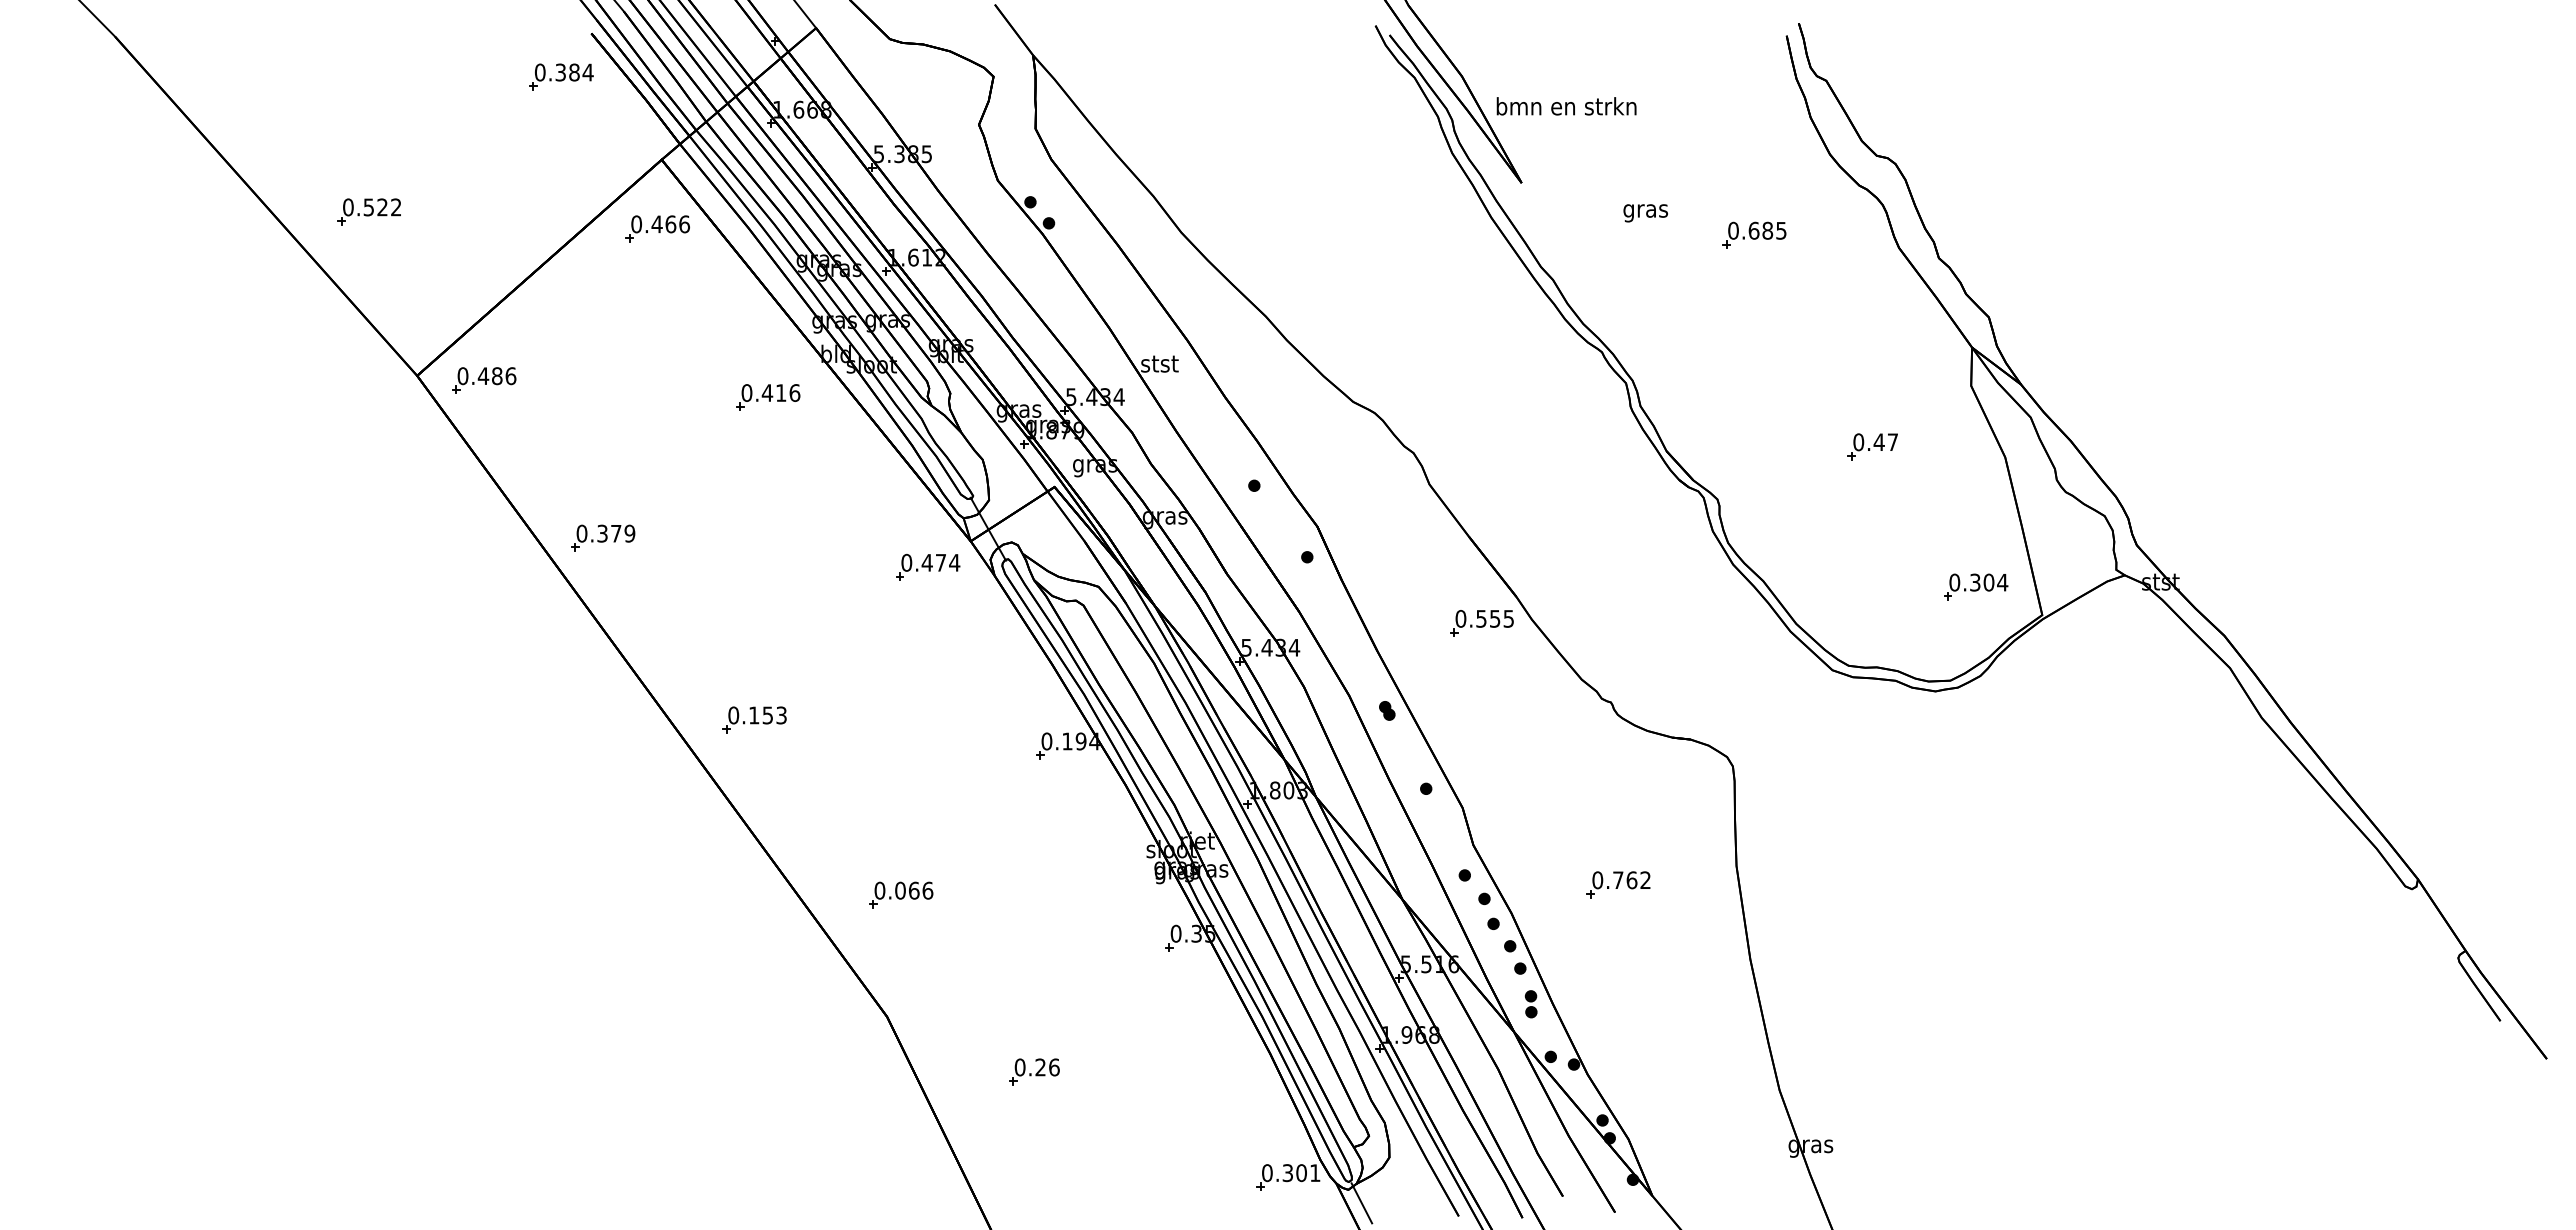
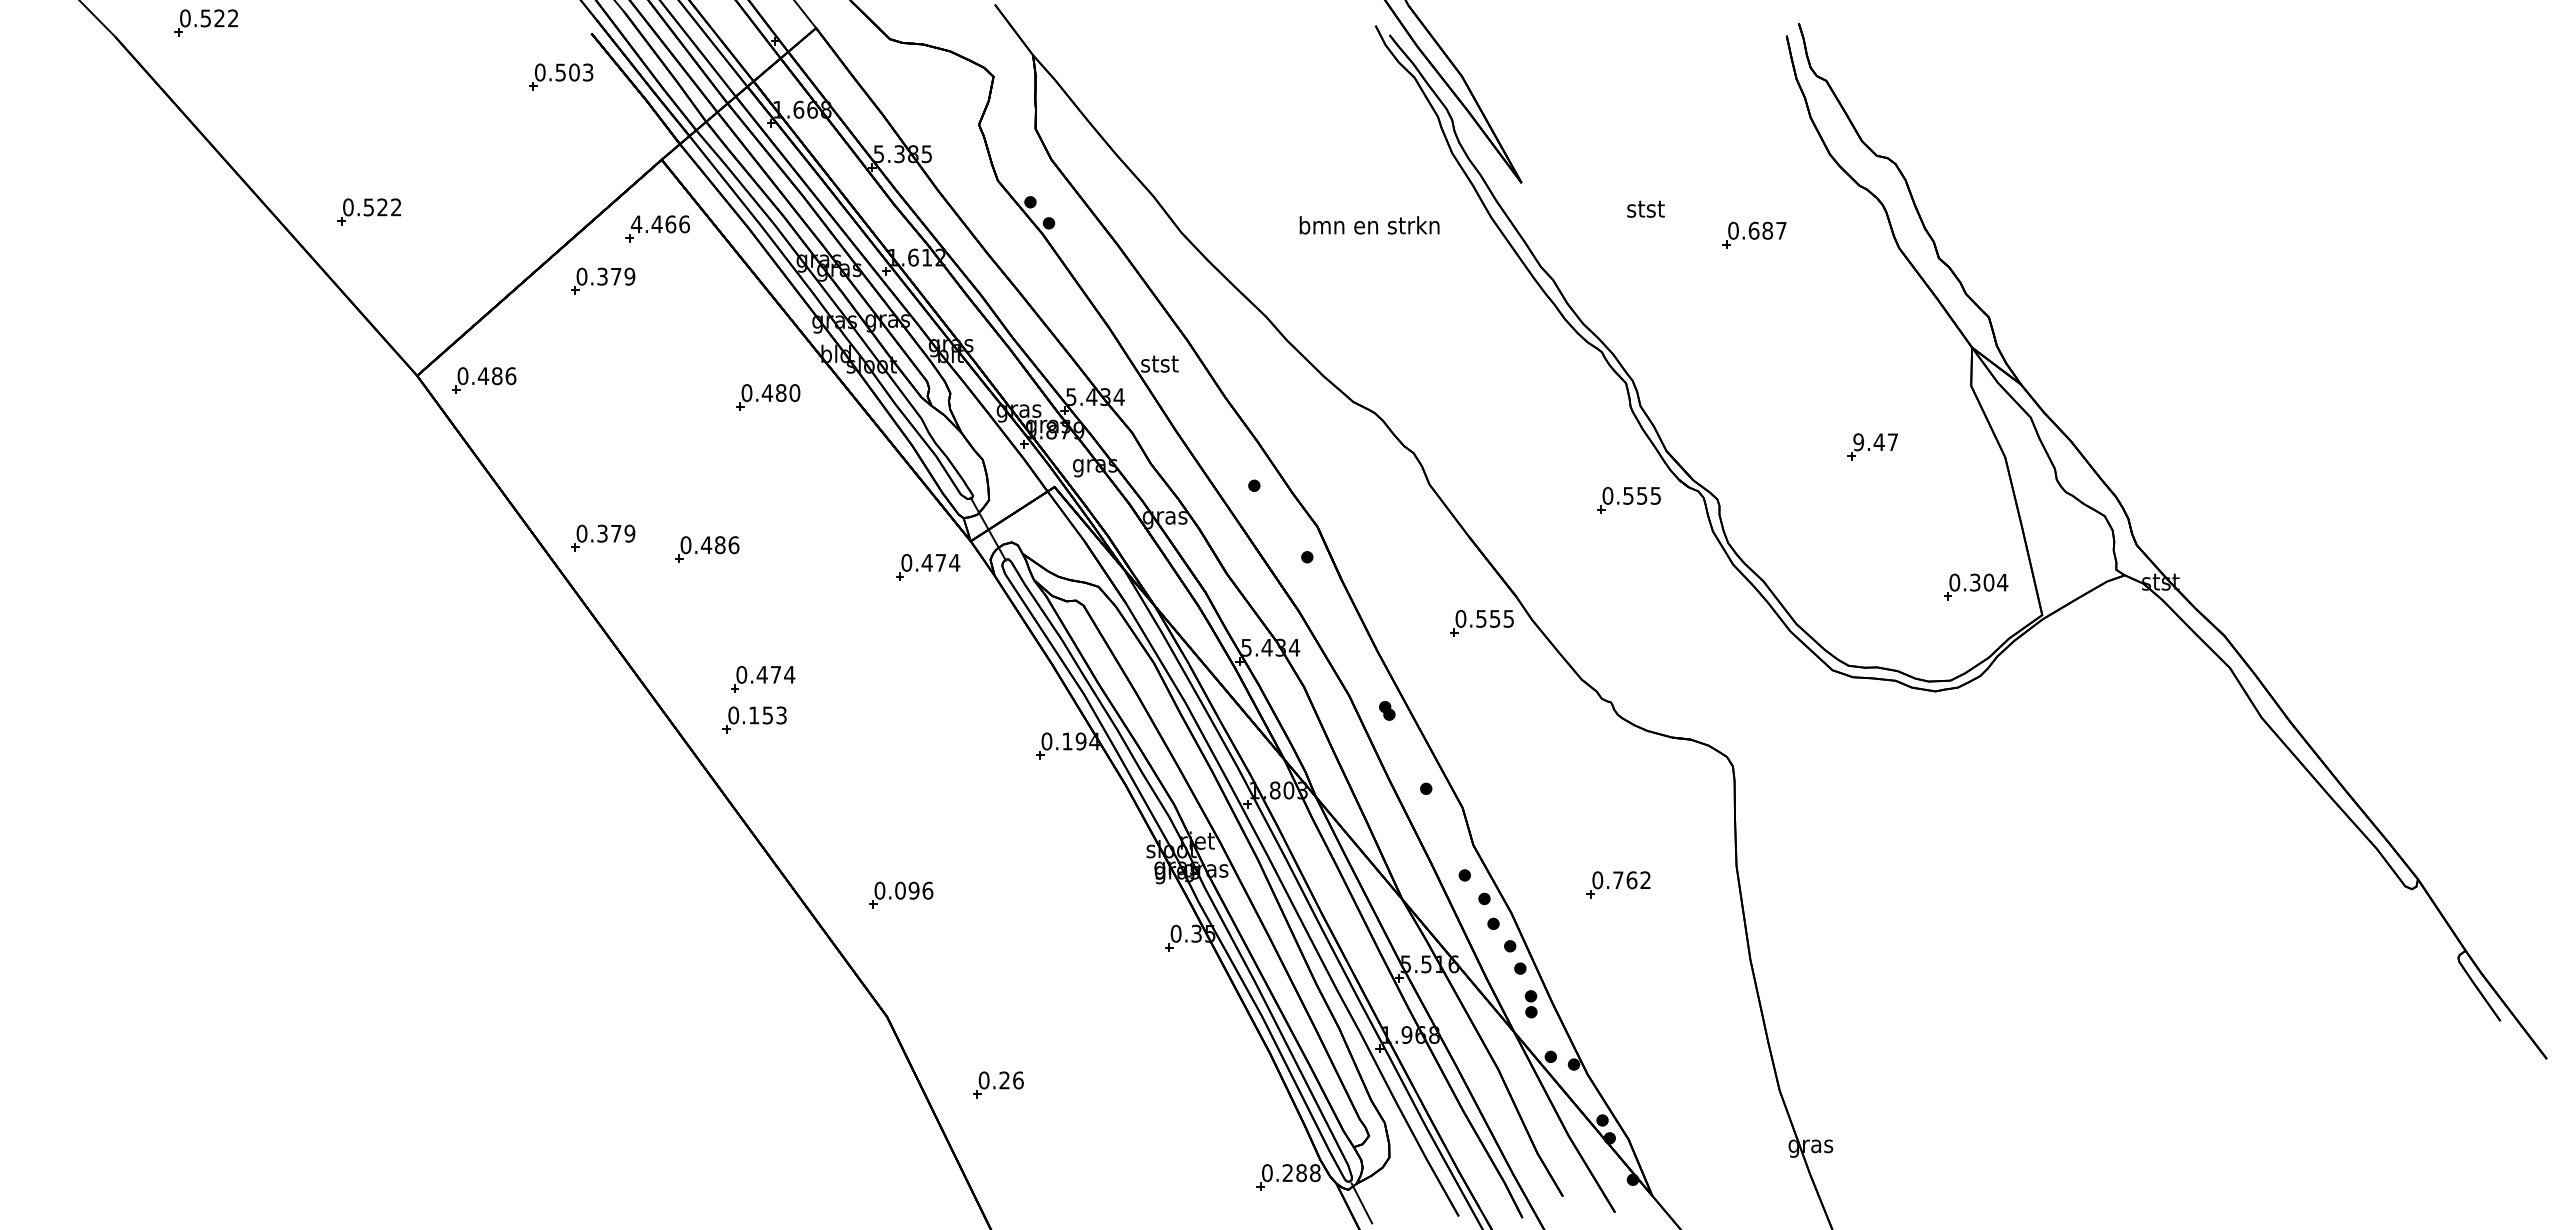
part at (205, 22): none -> present
text at (574, 72): 0.384 -> 0.503
text at (1566, 106) position: (1566, 106) -> (1369, 225)
text at (1645, 211): gras -> stst
text at (636, 224): 0.466 -> 4.466
text at (1781, 230): 0.685 -> 0.687
part at (603, 280): none -> present
text at (788, 392): 0.416 -> 0.480
text at (1858, 442): 0.47 -> 9.47
part at (1628, 500): none -> present
part at (707, 549): none -> present
part at (763, 679): none -> present
text at (913, 890): 0.066 -> 0.096
part at (1034, 1071) position: (1034, 1071) -> (998, 1084)
text at (1301, 1173): 0.301 -> 0.288
